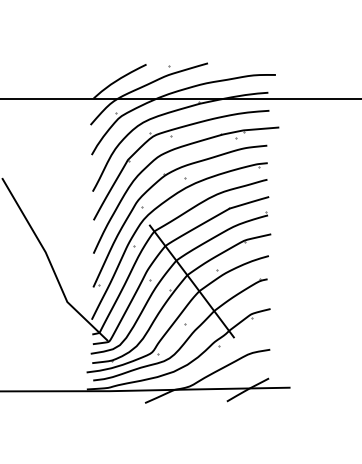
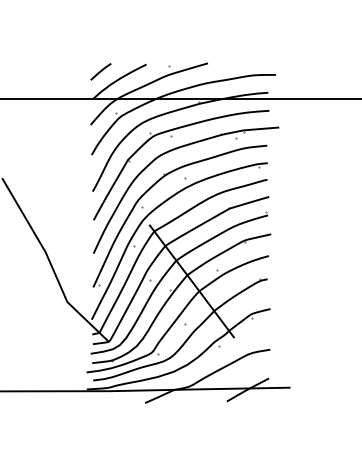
line at (100, 71): none -> present
